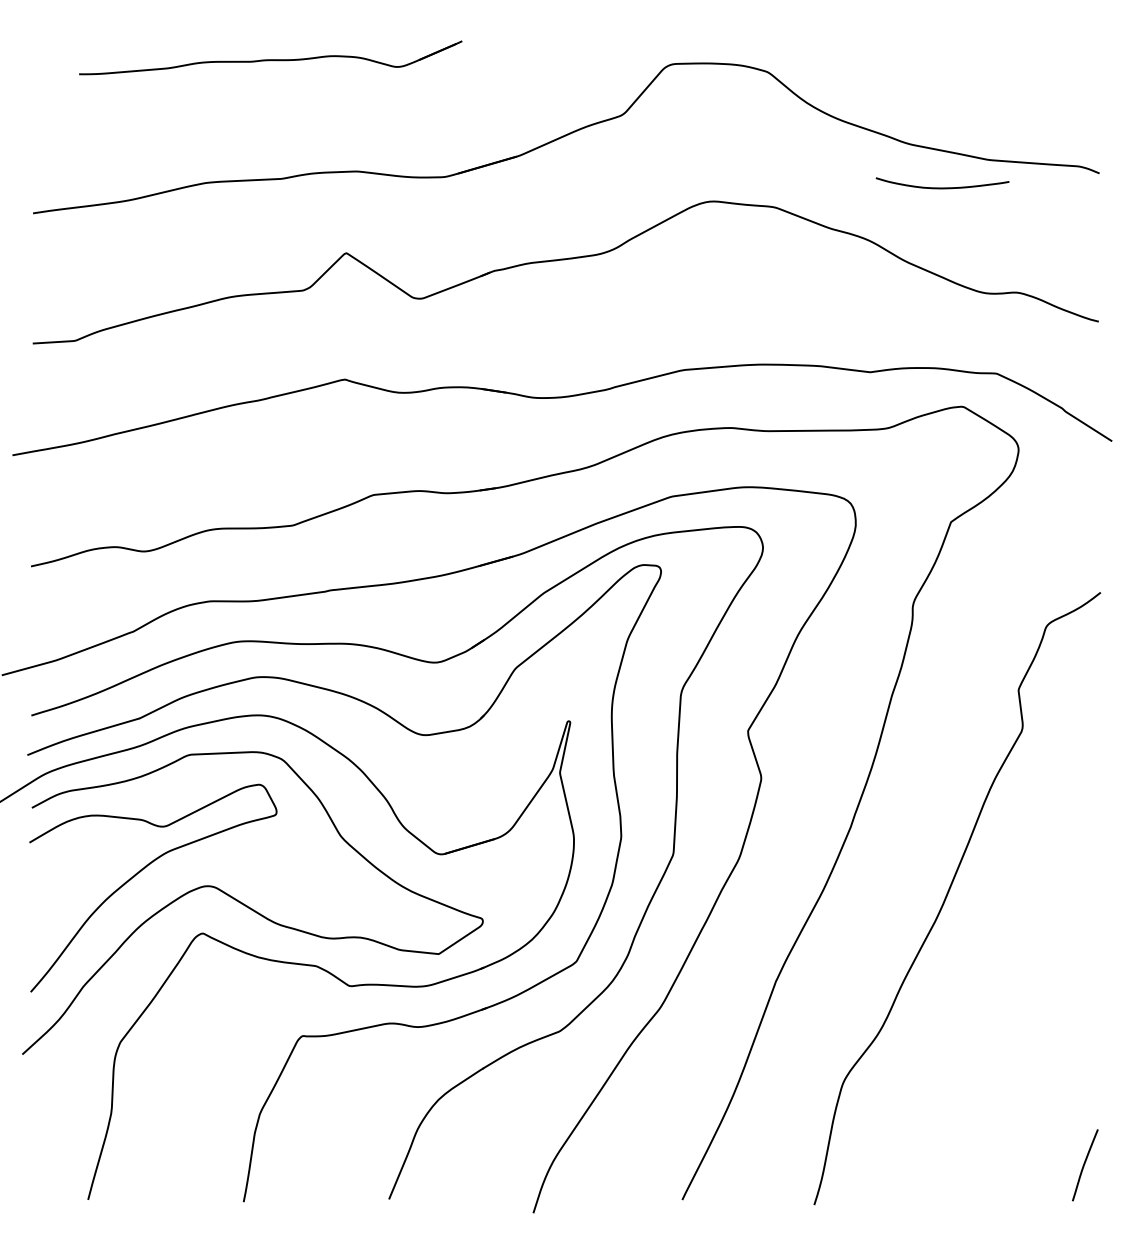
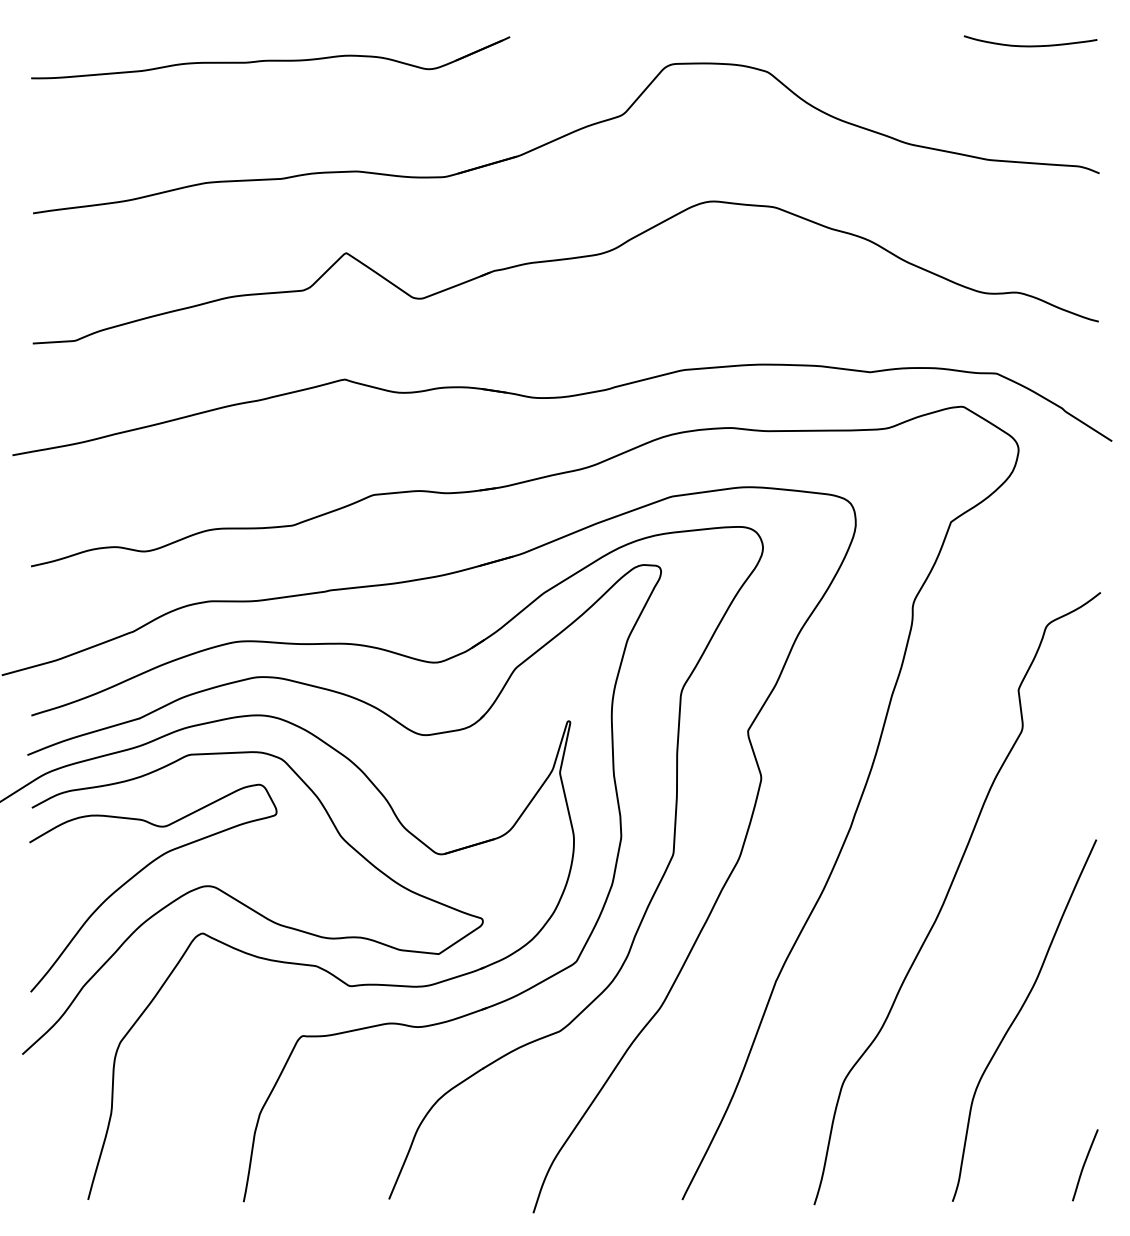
part at (270, 57) size: 384x36 px -> 480x44 px
curve at (942, 187) position: (942, 187) -> (1030, 45)
curve at (1018, 1015): none -> present
